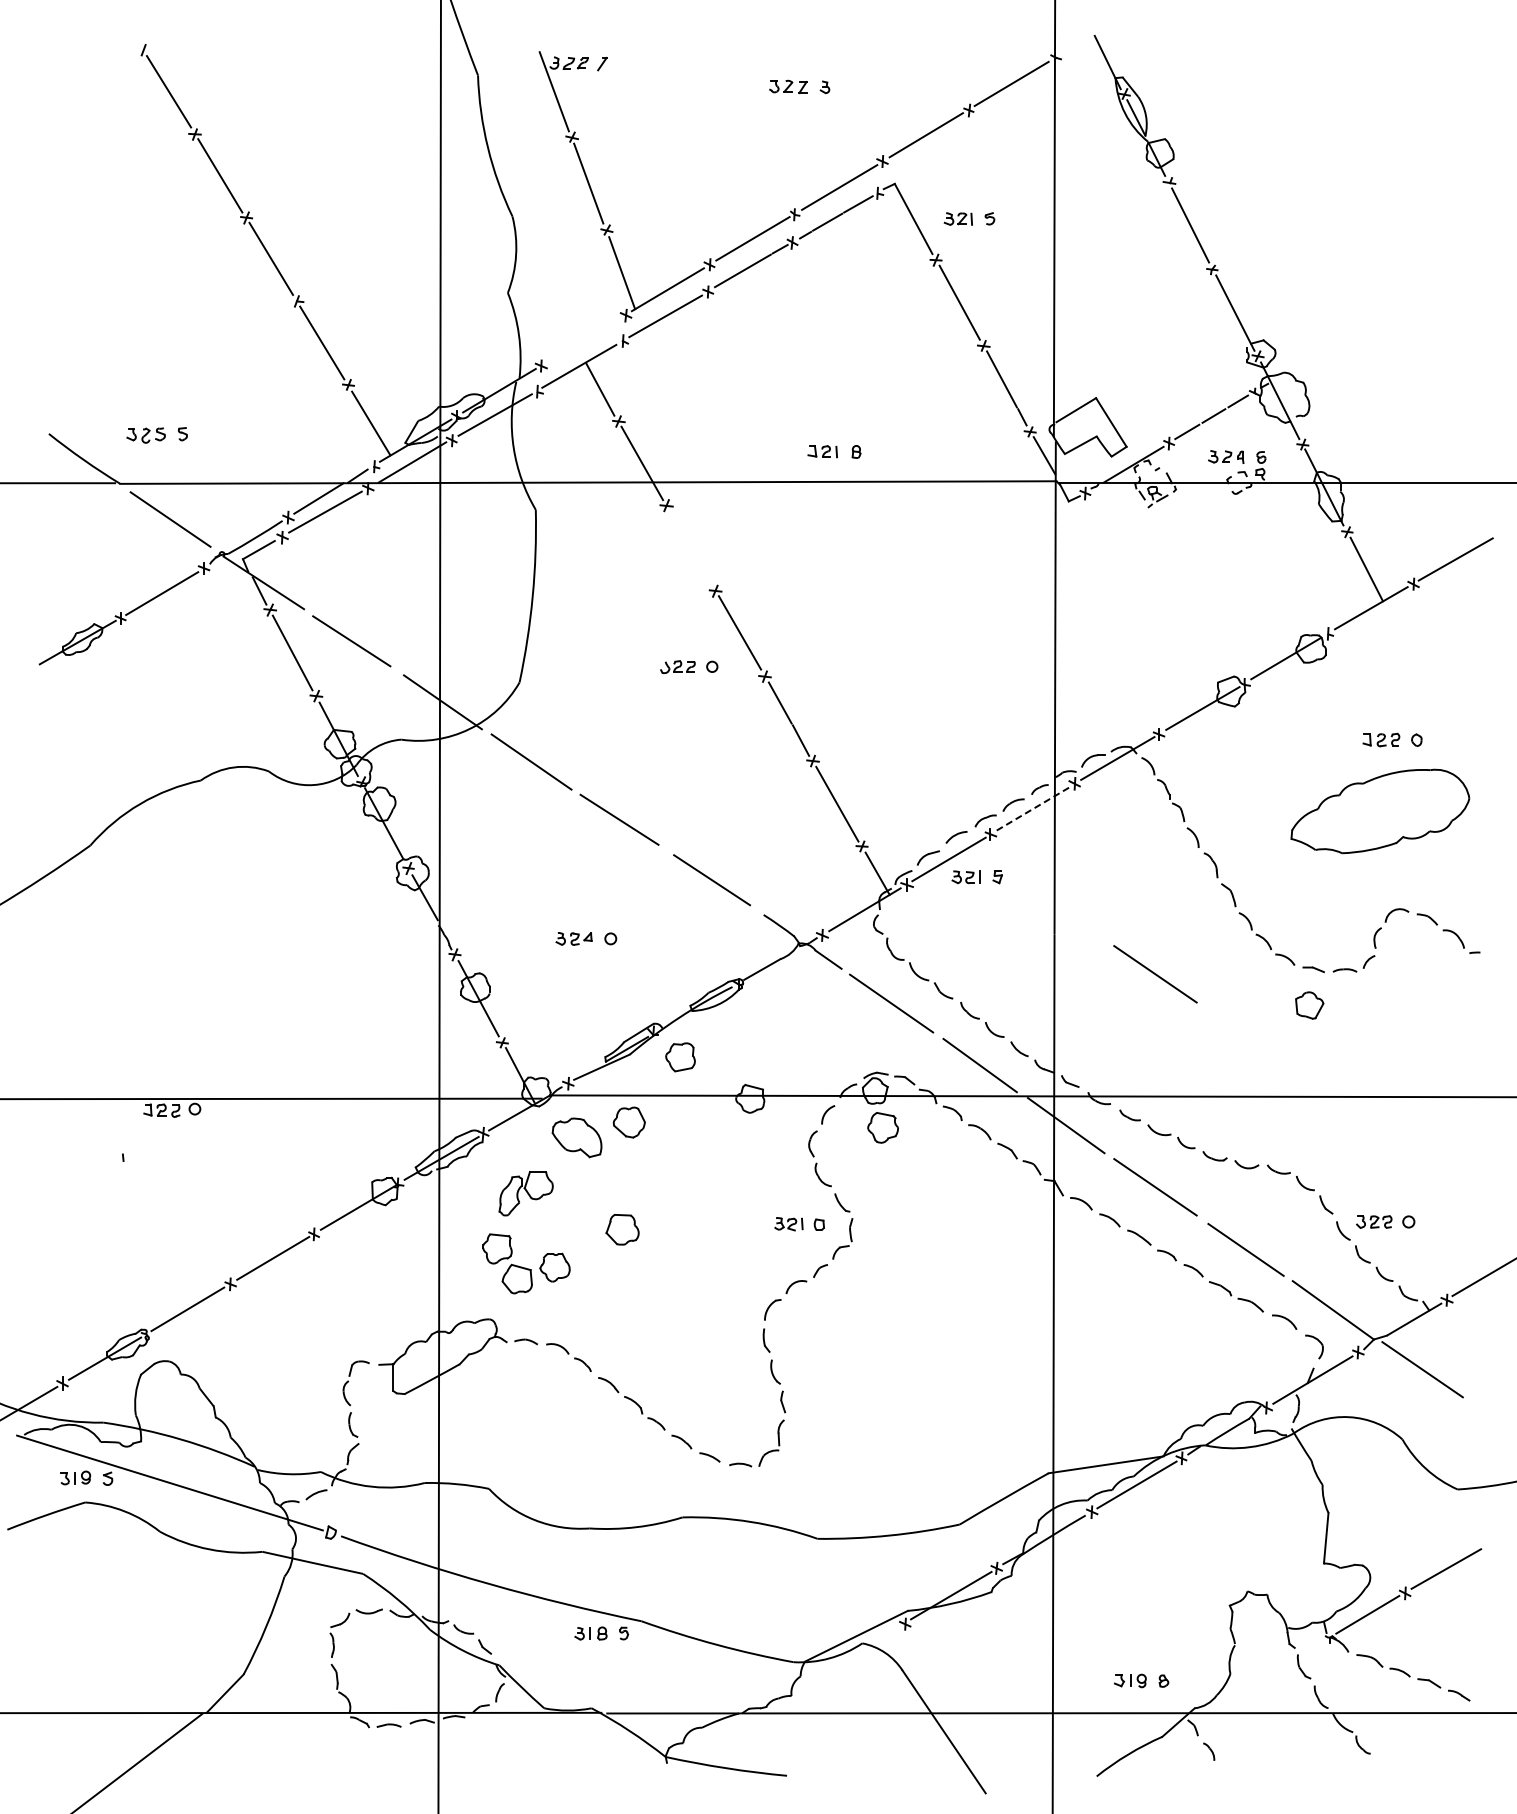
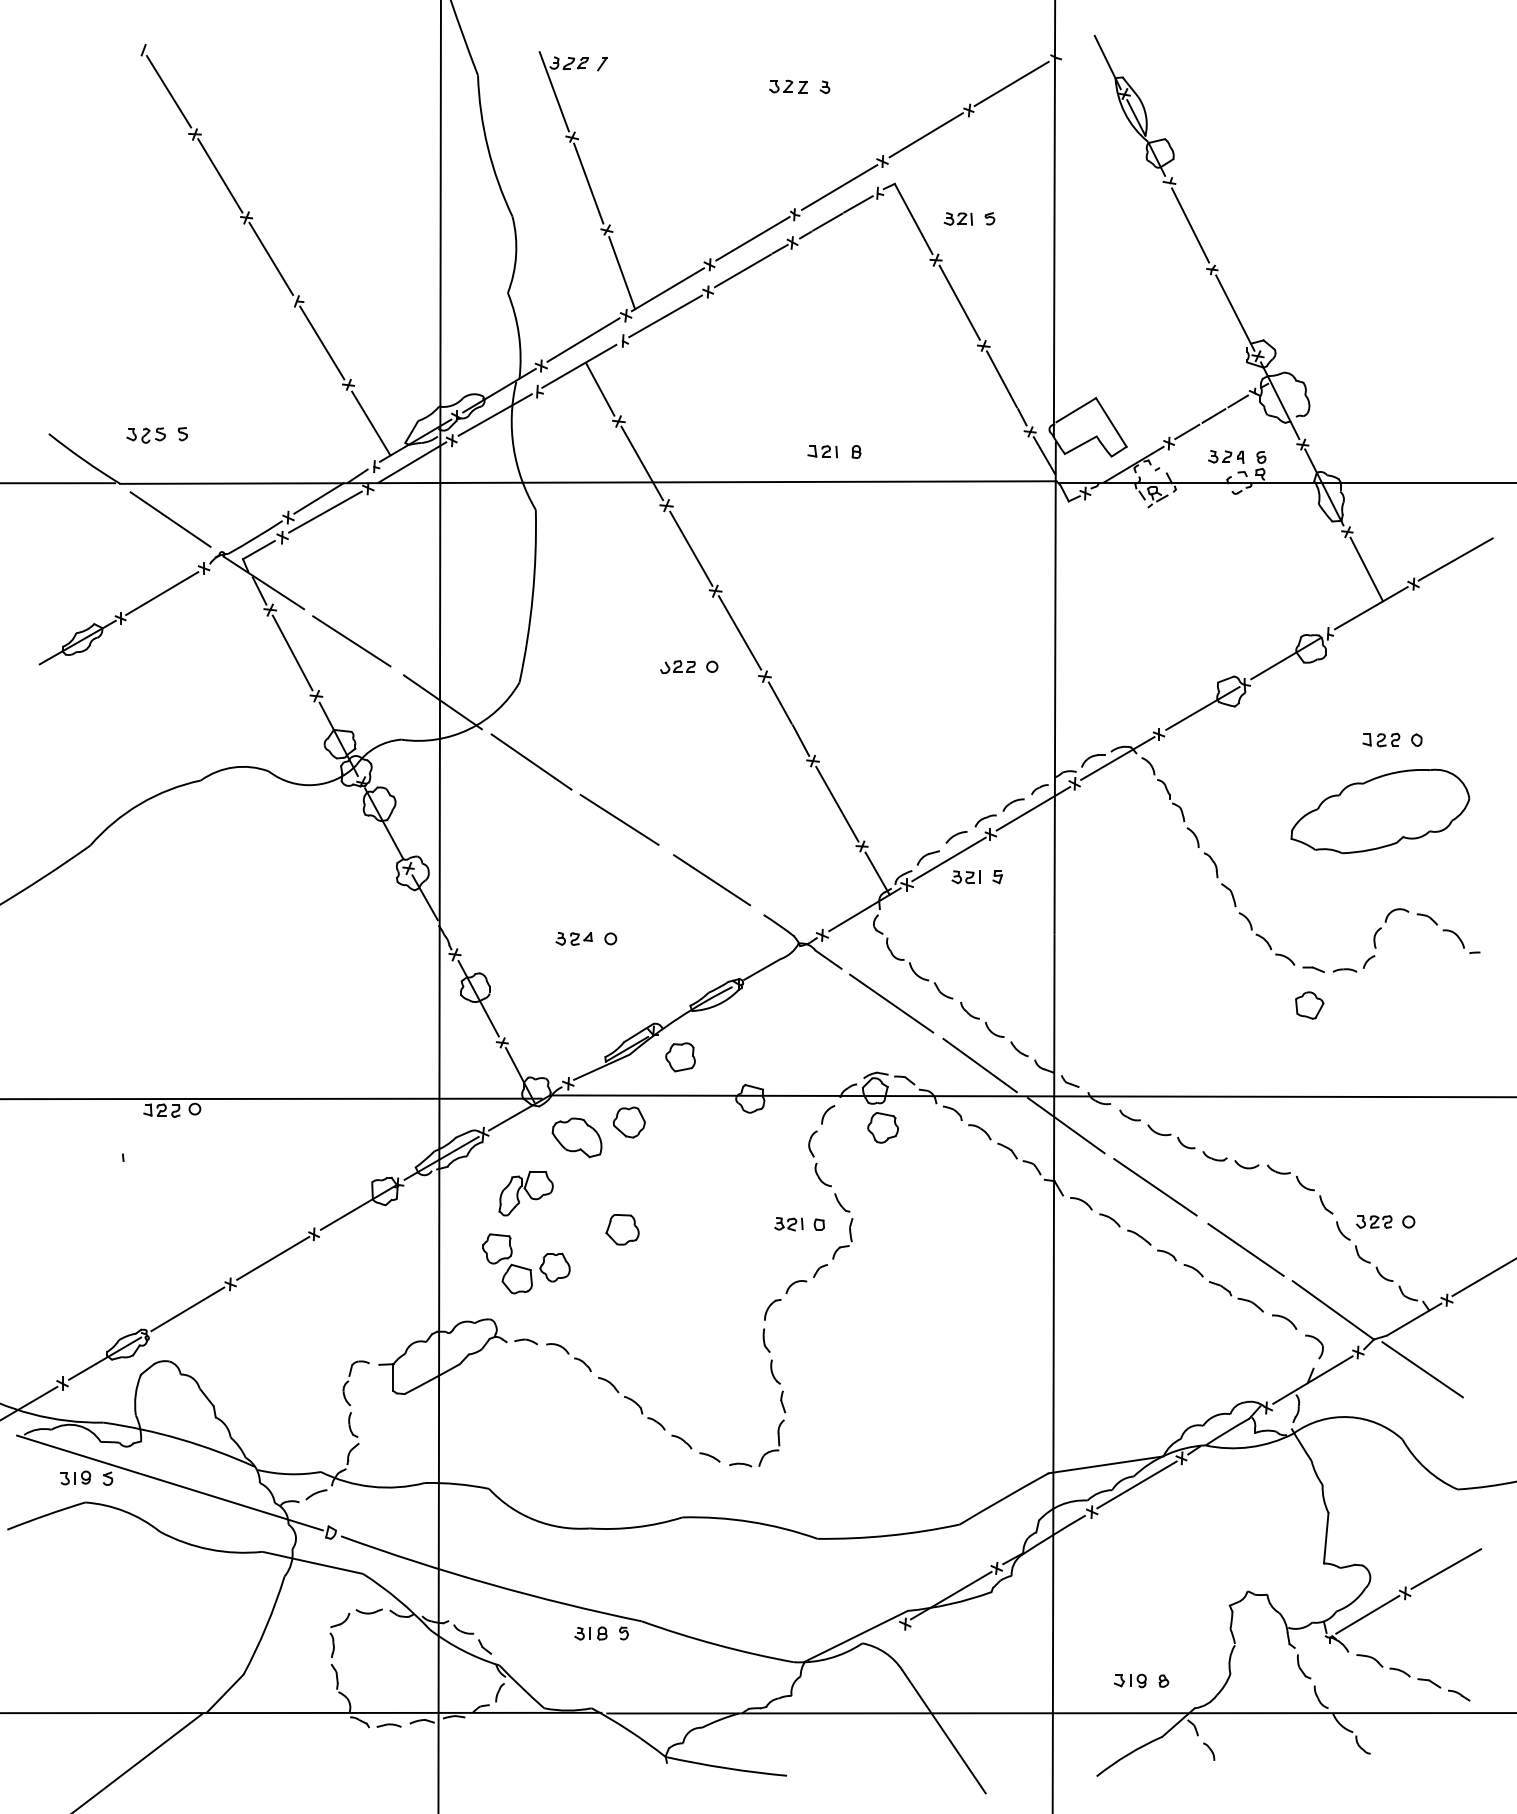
line at (583, 339): none -> present
line at (691, 548): none -> present
line at (1033, 808): dashed -> solid
line at (1155, 974): present -> none
